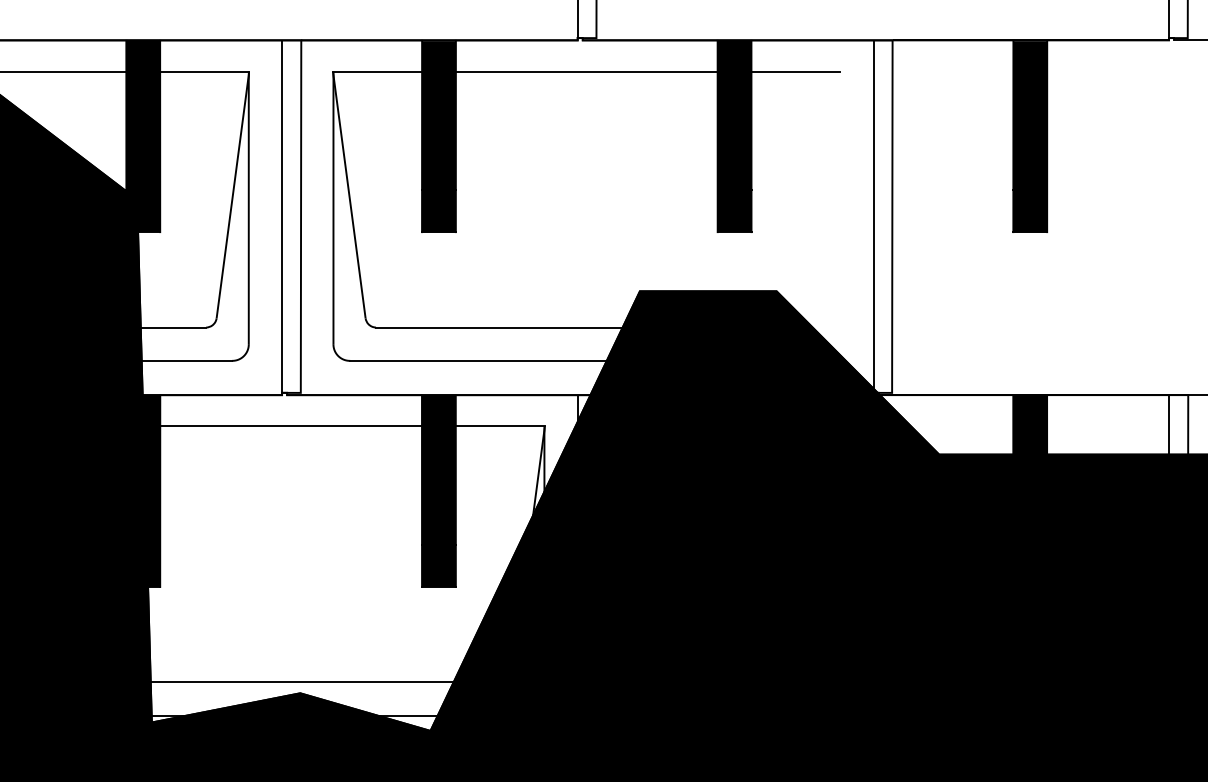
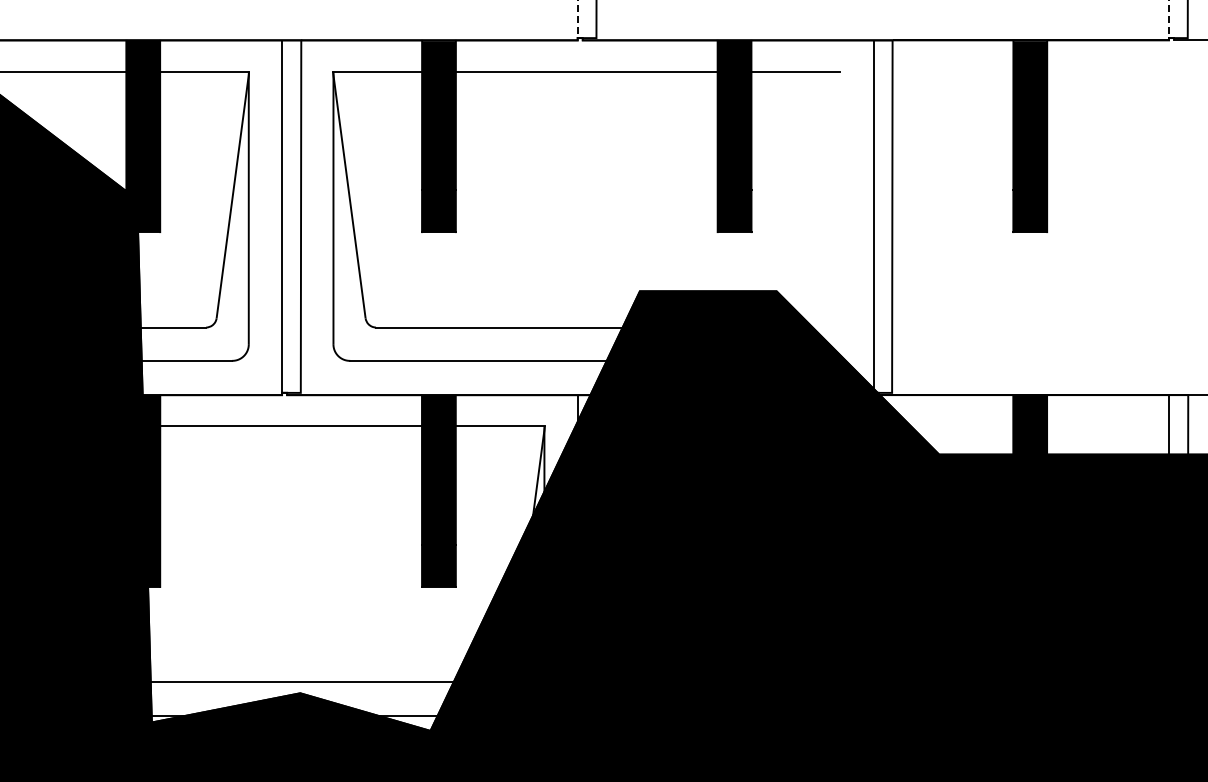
line at (578, 19): solid -> dashed
line at (1169, 19): solid -> dashed
